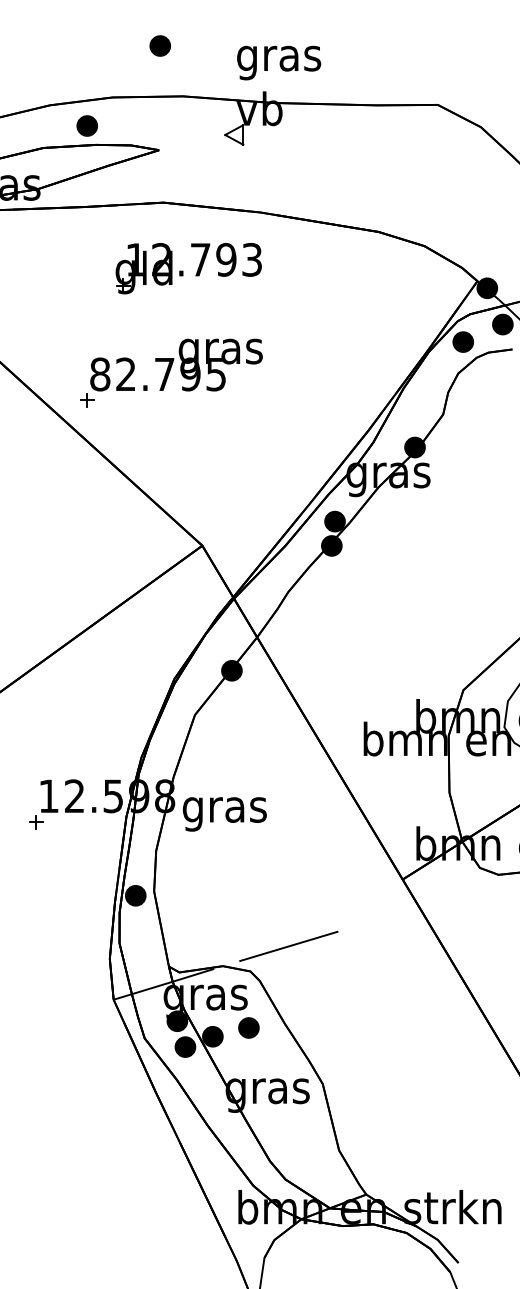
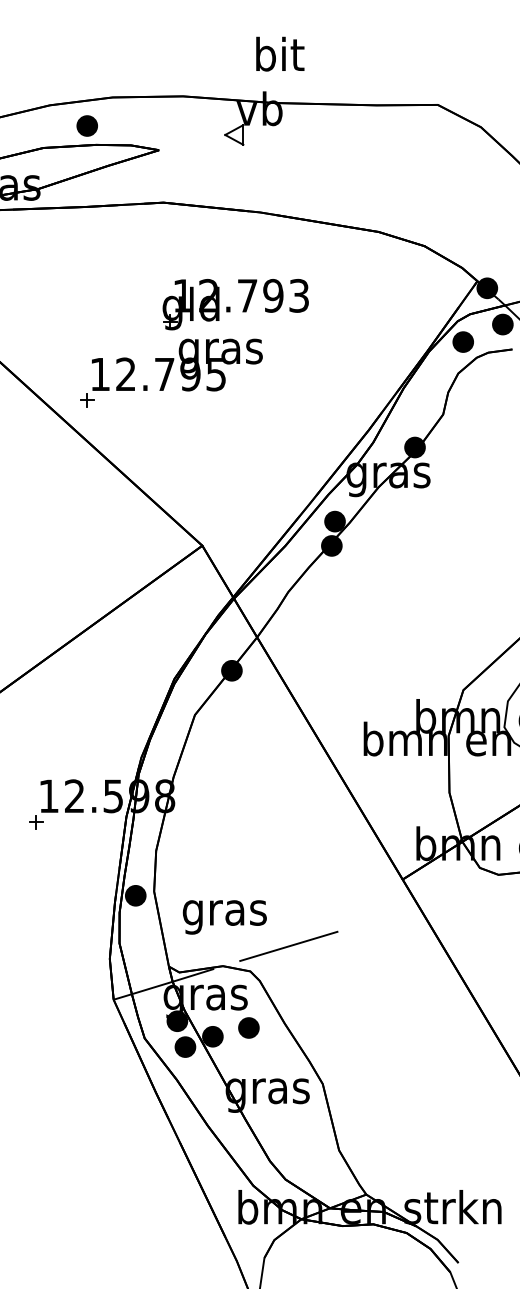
part at (159, 45): present -> none
text at (279, 58): gras -> bit
part at (188, 268) position: (188, 268) -> (235, 304)
text at (100, 374): 82.795 -> 12.795
text at (224, 814) position: (224, 814) -> (224, 917)
